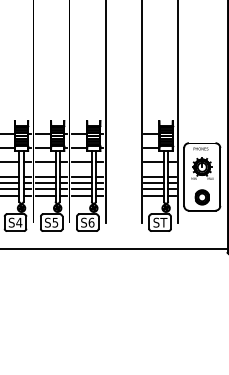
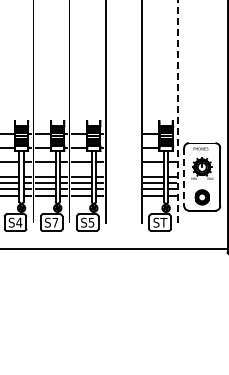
line at (178, 110): solid -> dashed
line at (184, 176): solid -> dashed
text at (55, 222): S5 -> S7
text at (91, 222): S6 -> S5
